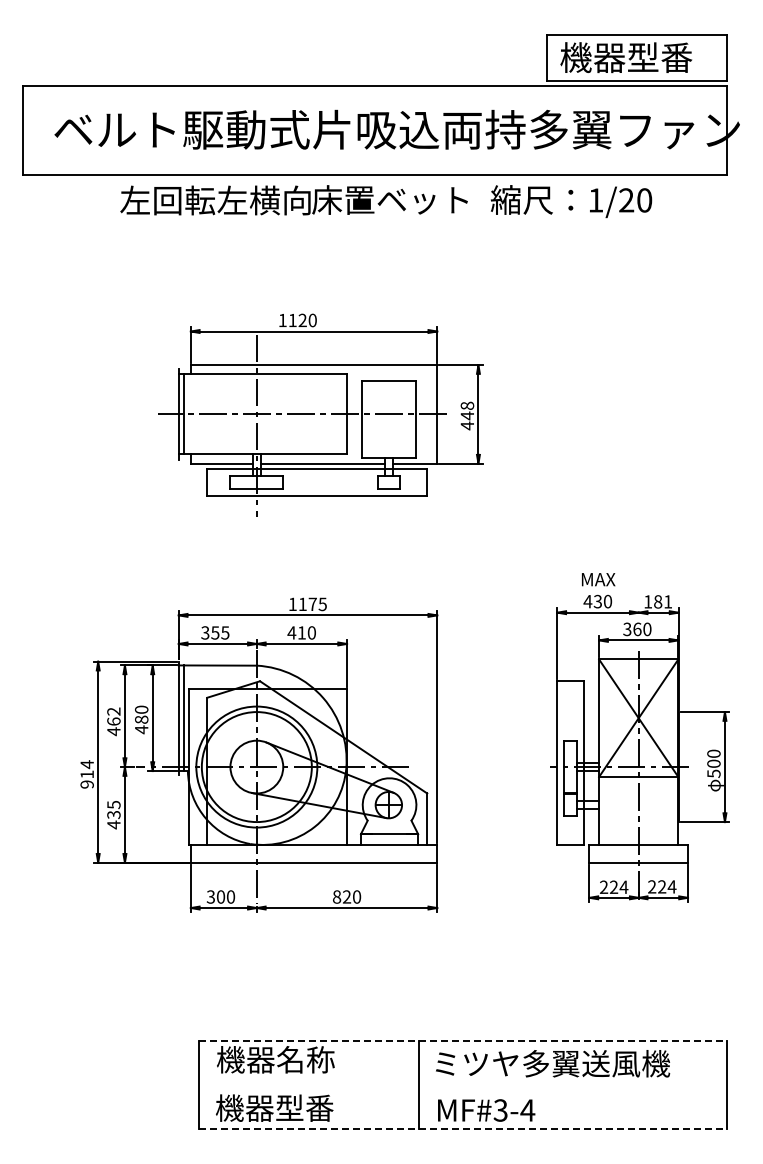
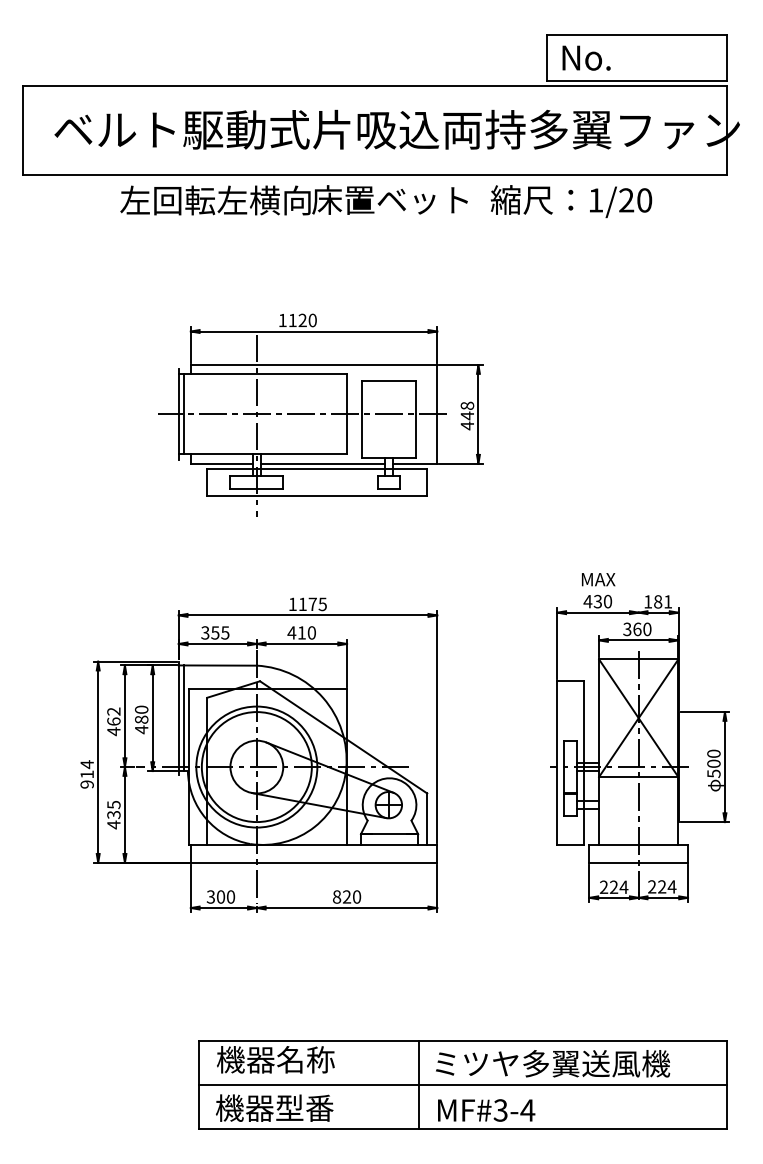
text at (626, 57): 機器型番 -> No.
line at (463, 1041): dashed -> solid
line at (462, 1085): none -> present
line at (463, 1129): dashed -> solid
